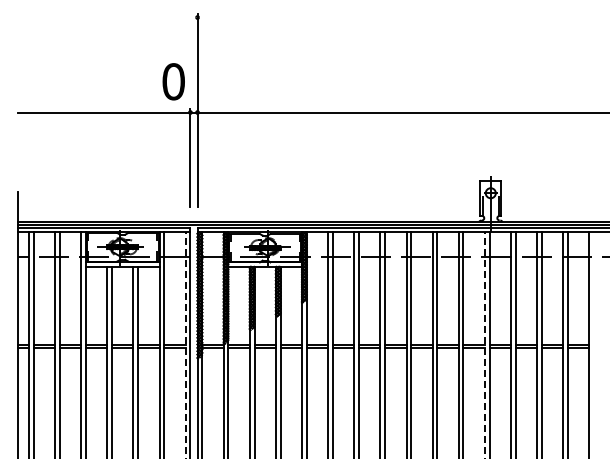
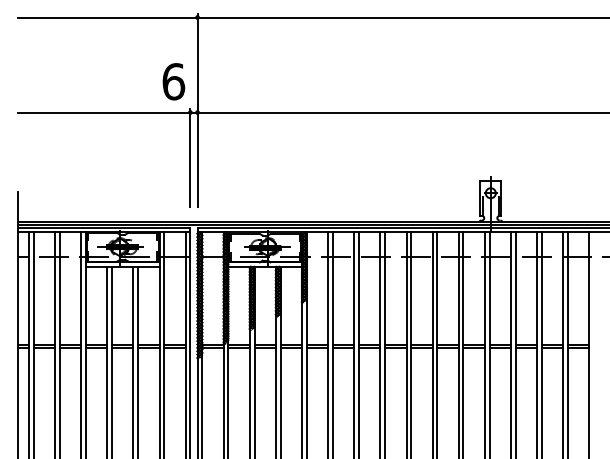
line at (312, 17): none -> present
text at (173, 81): 0 -> 6
line at (185, 345): dashed -> solid
line at (484, 345): dashed -> solid
